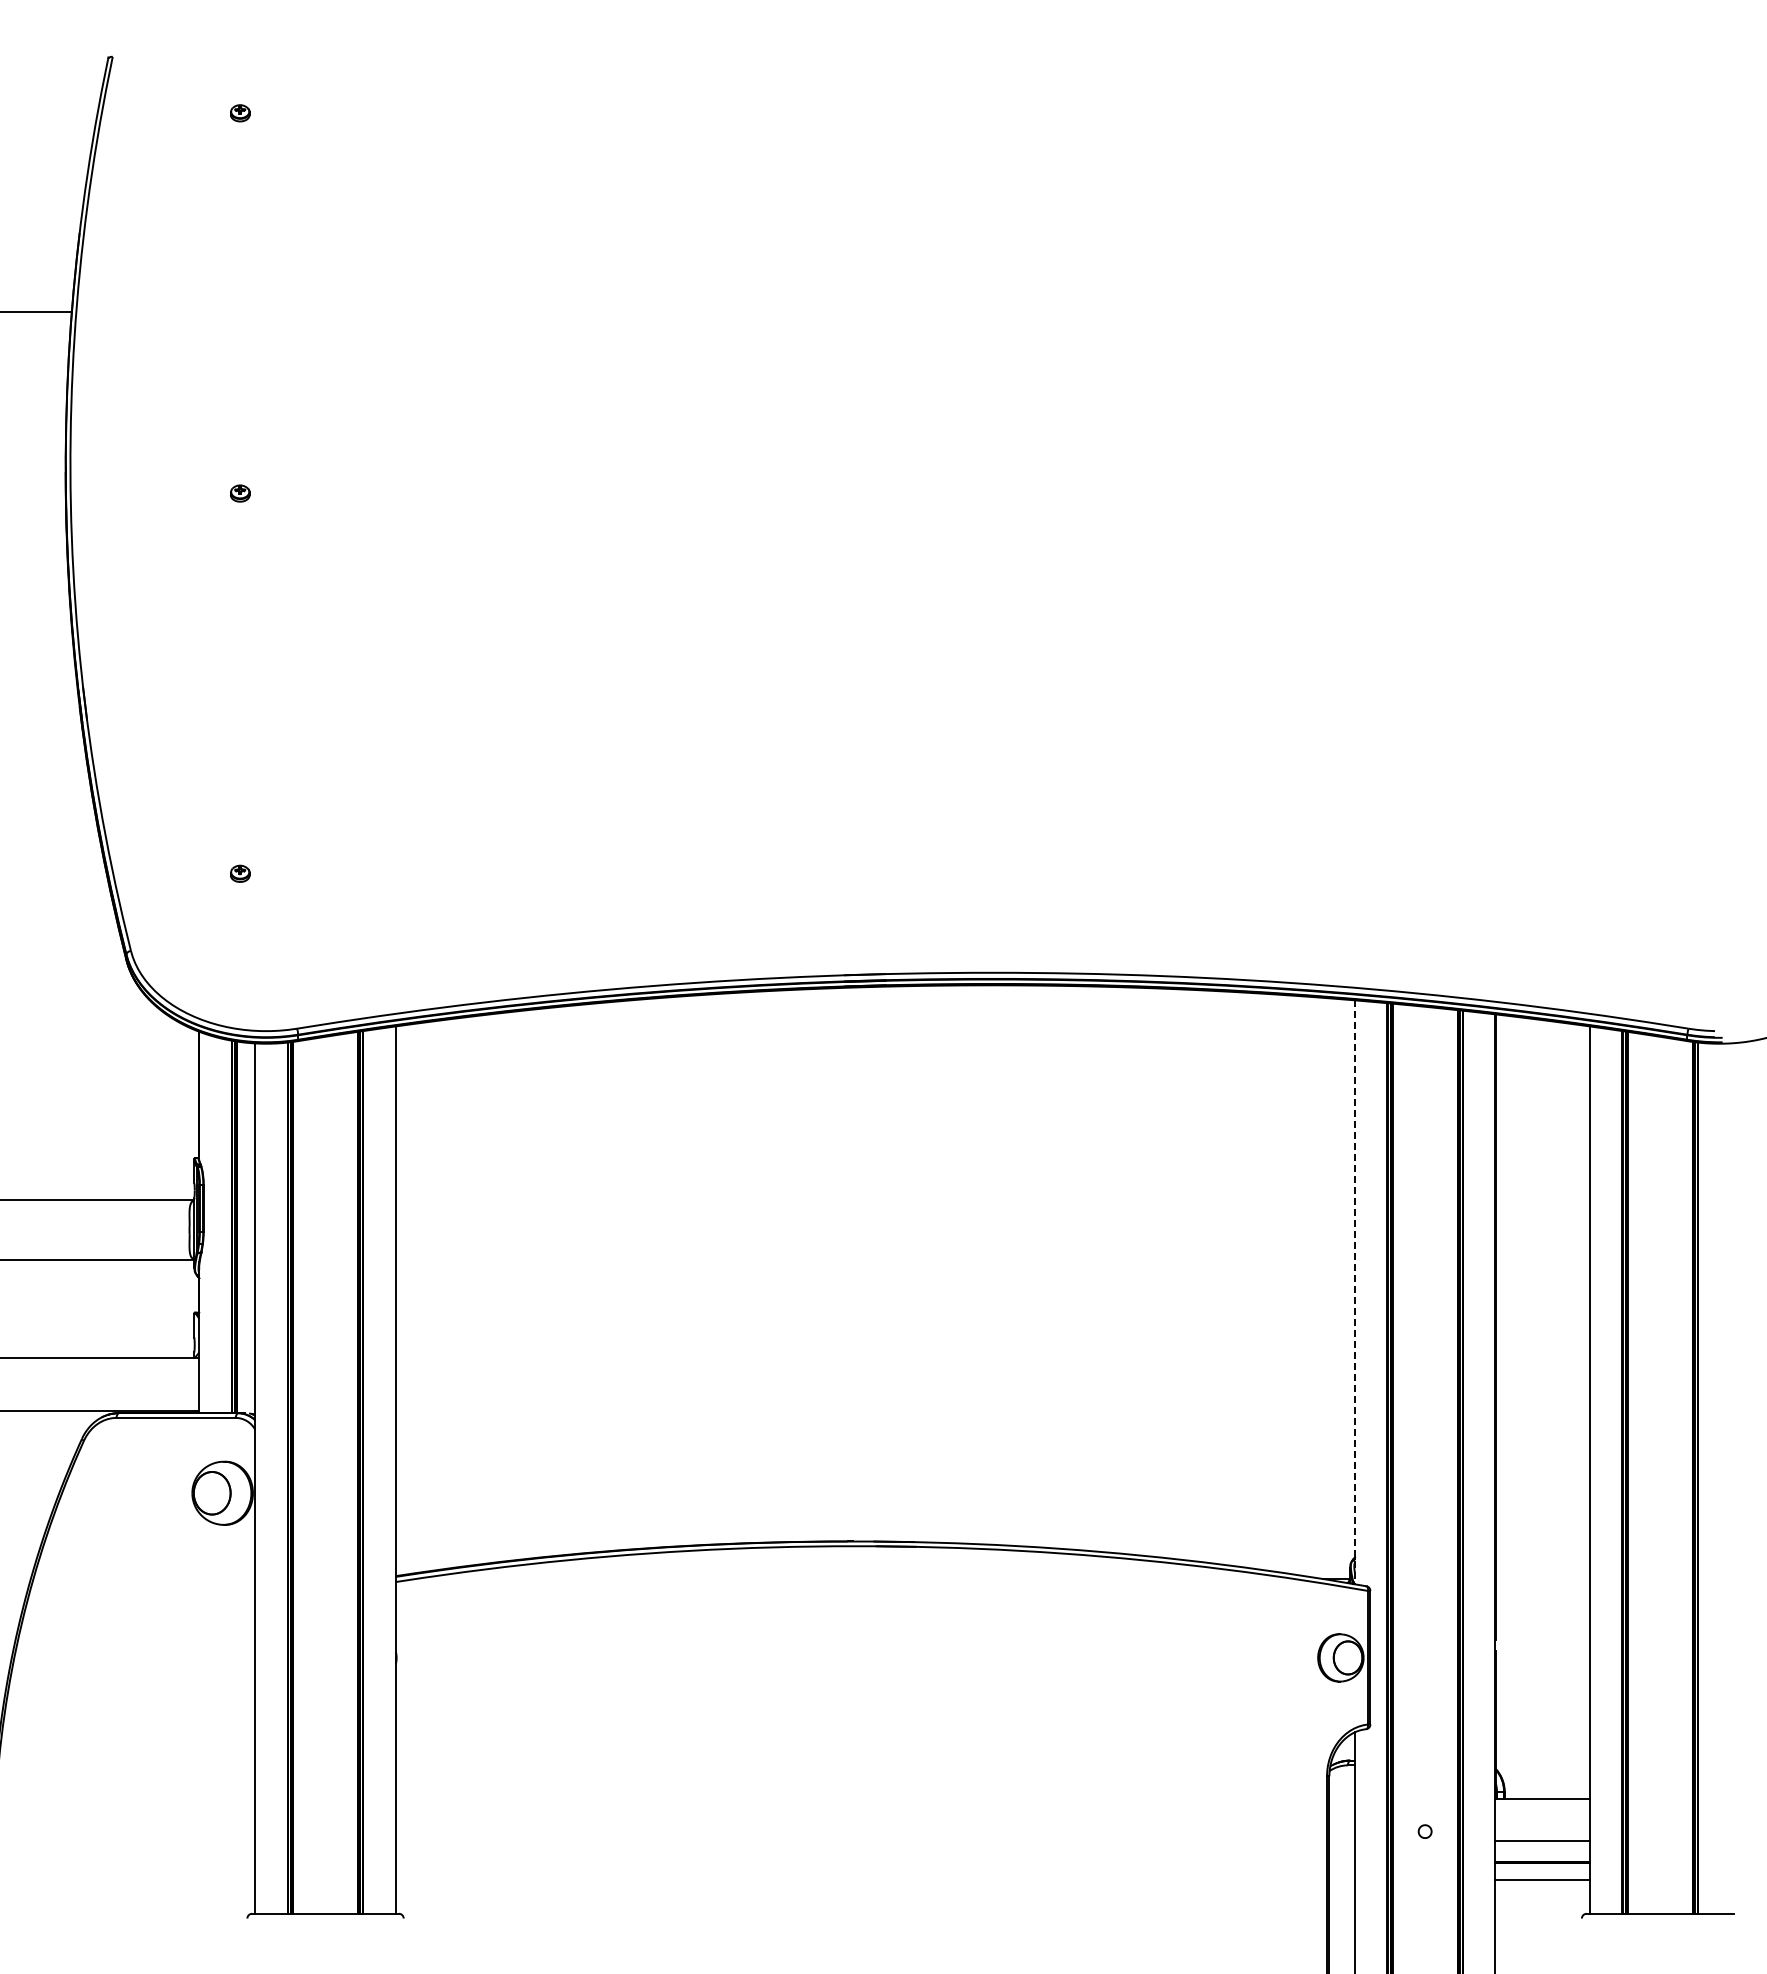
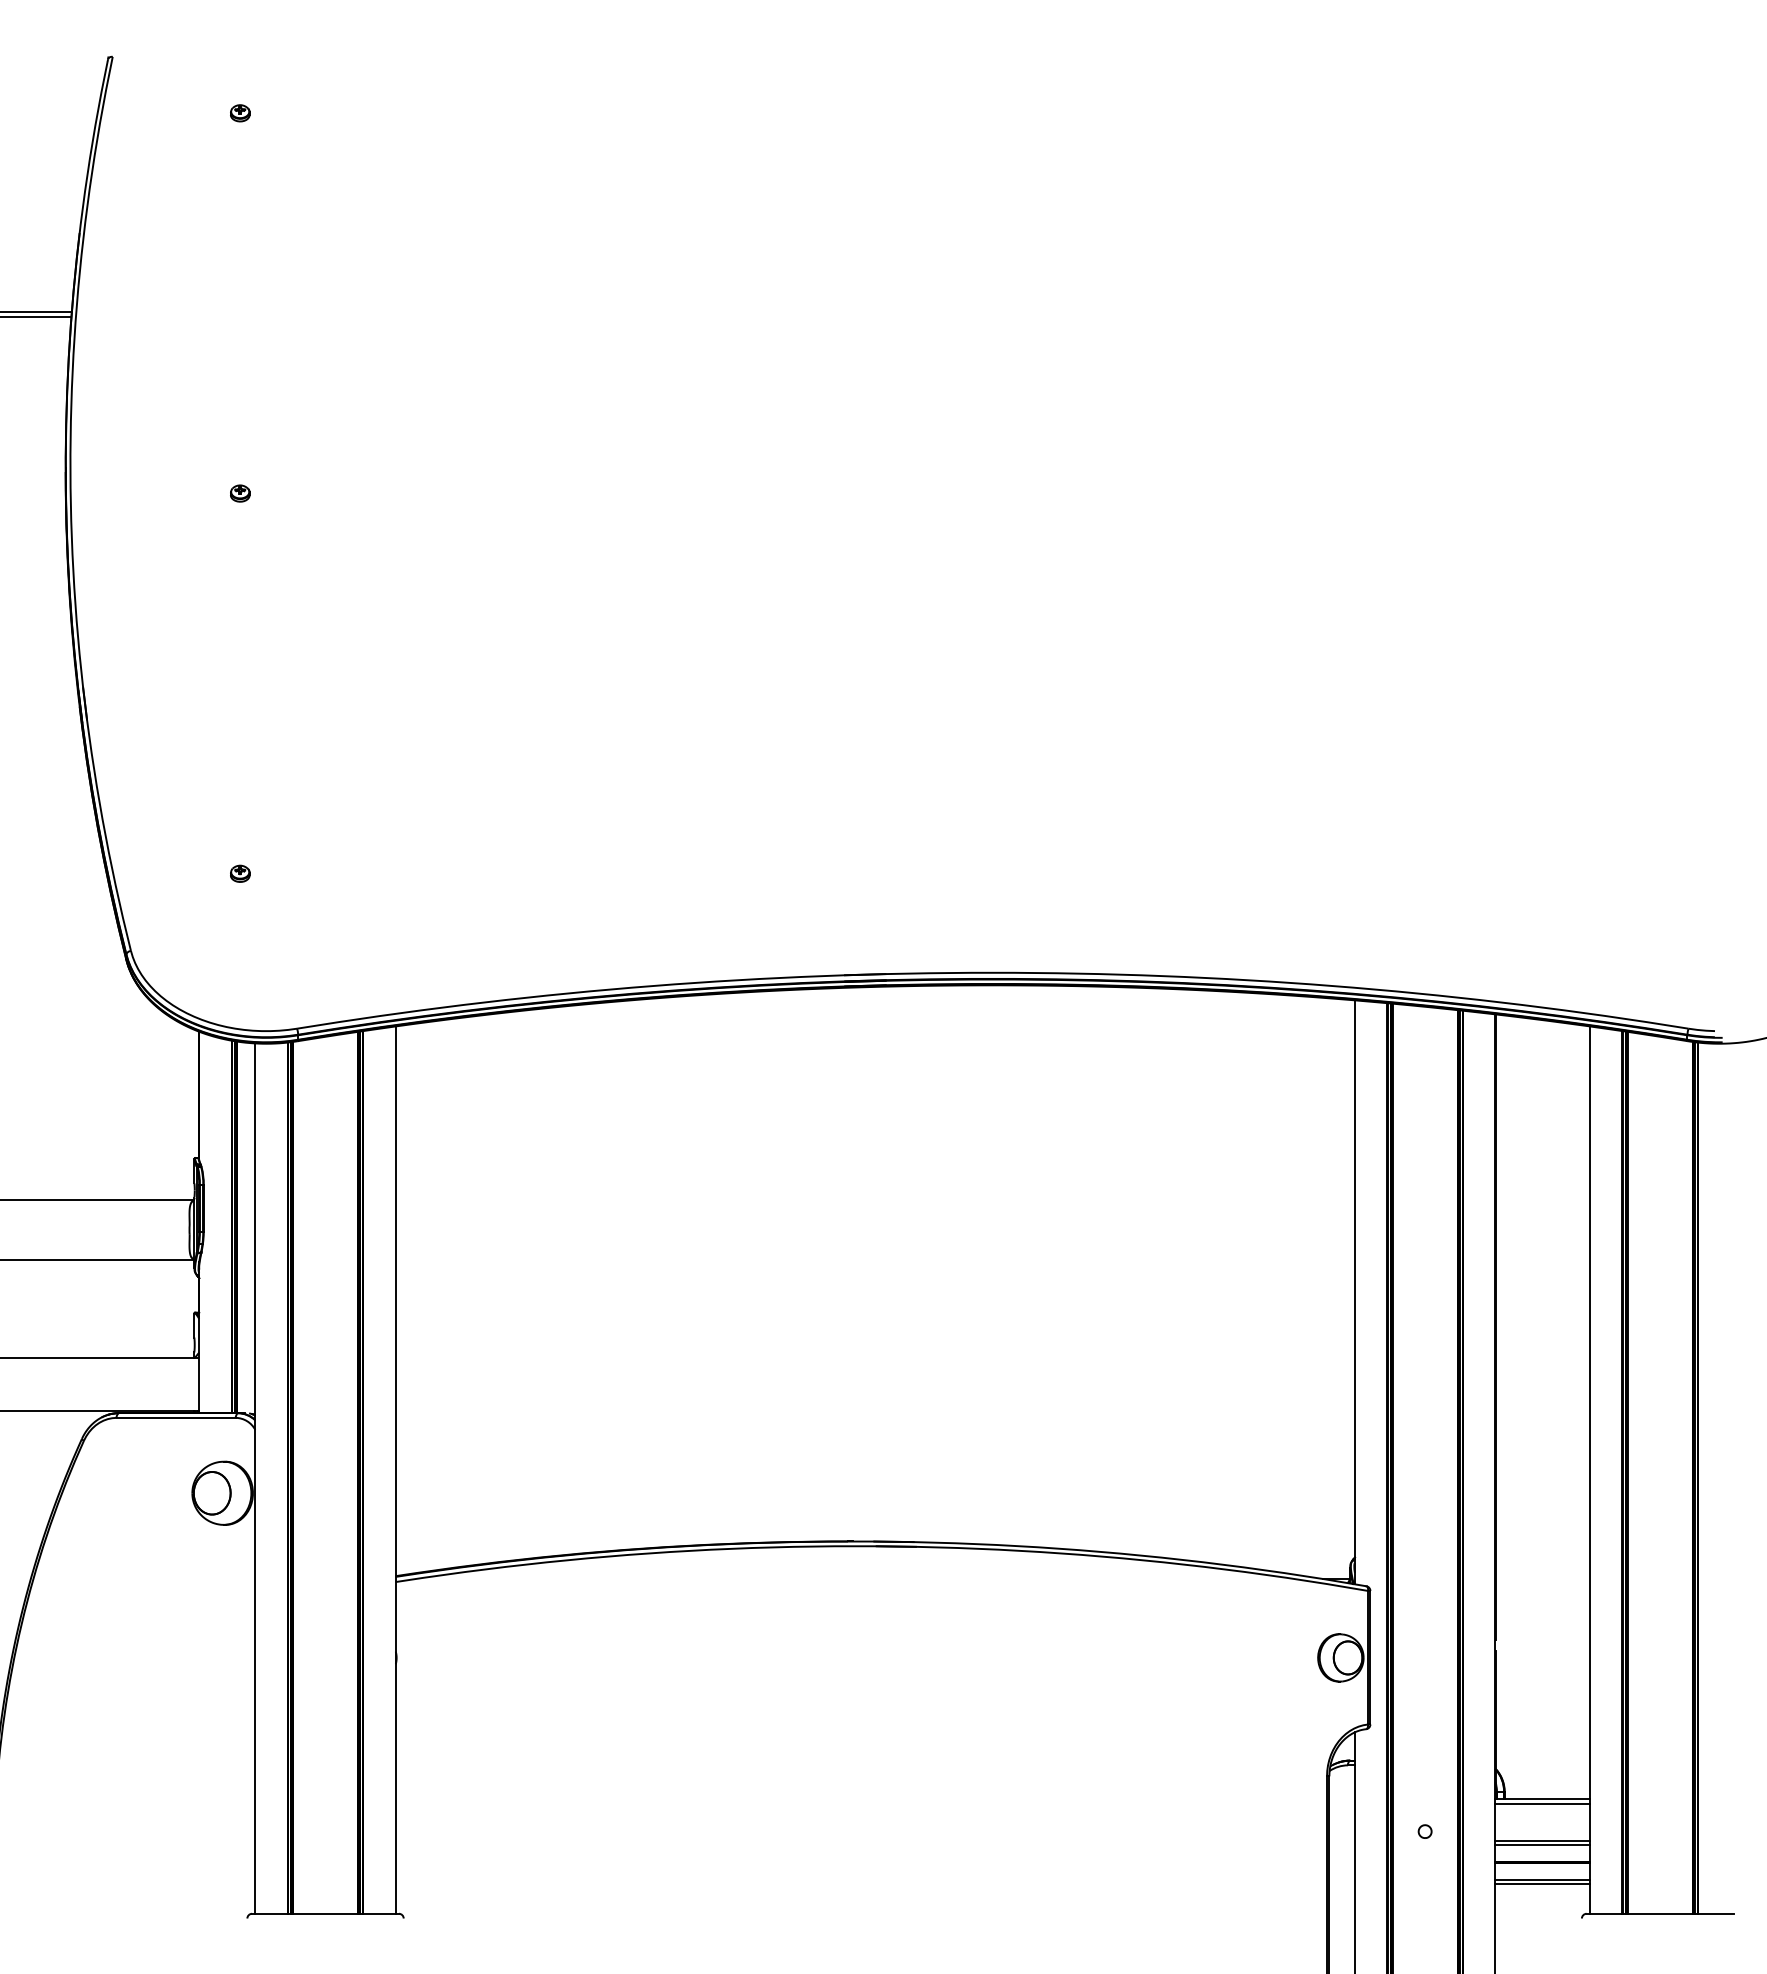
line at (36, 317): none -> present
line at (1354, 1292): dashed -> solid
line at (1542, 1804): none -> present
line at (1542, 1845): none -> present
line at (1542, 1883): none -> present
